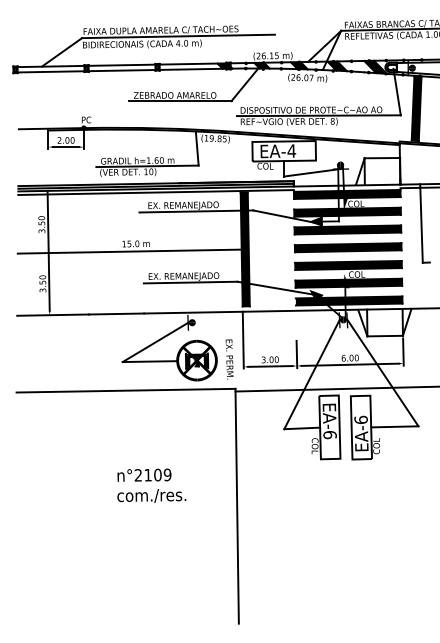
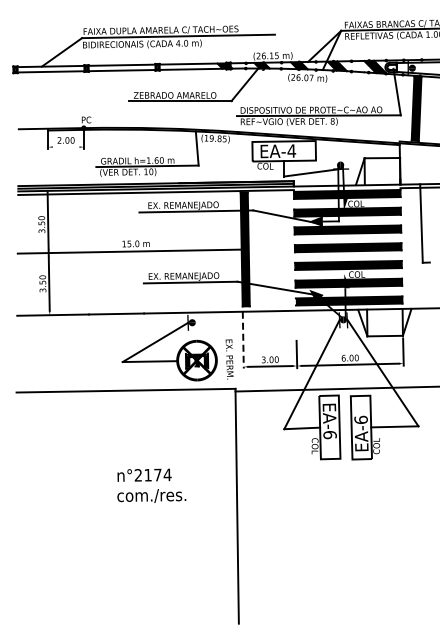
line at (65, 147): present -> none
line at (243, 340): solid -> dashed
text at (162, 474): n°2109 -> n°2174
